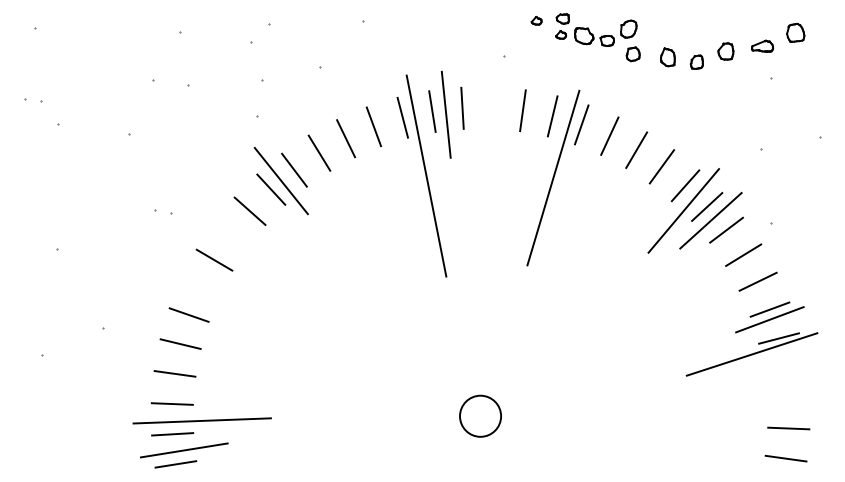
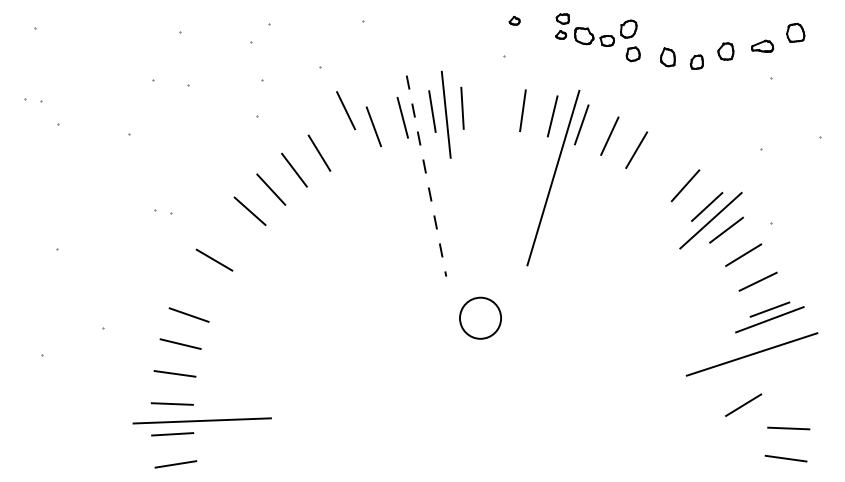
part at (536, 20) position: (536, 20) -> (514, 20)
line at (346, 138) position: (346, 138) -> (346, 110)
line at (661, 166): present -> none
line at (426, 176): solid -> dashed
line at (280, 180): present -> none
line at (683, 210): present -> none
line at (778, 338): present -> none
line at (743, 404): none -> present
circle at (480, 415) position: (480, 415) -> (480, 317)
line at (183, 450): present -> none
